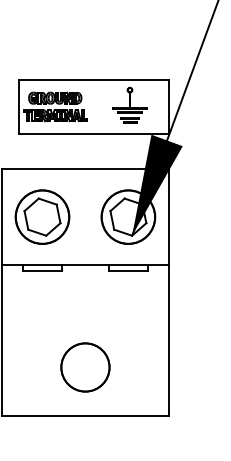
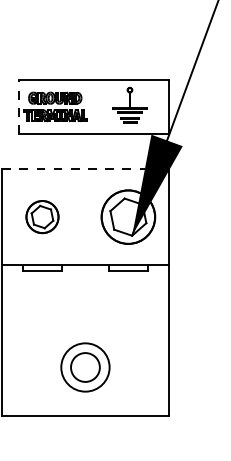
line at (19, 107): solid -> dashed
line at (85, 168): solid -> dashed
part at (42, 216) size: 57x56 px -> 35x35 px
circle at (85, 367) diameter: 48 px -> 29 px
